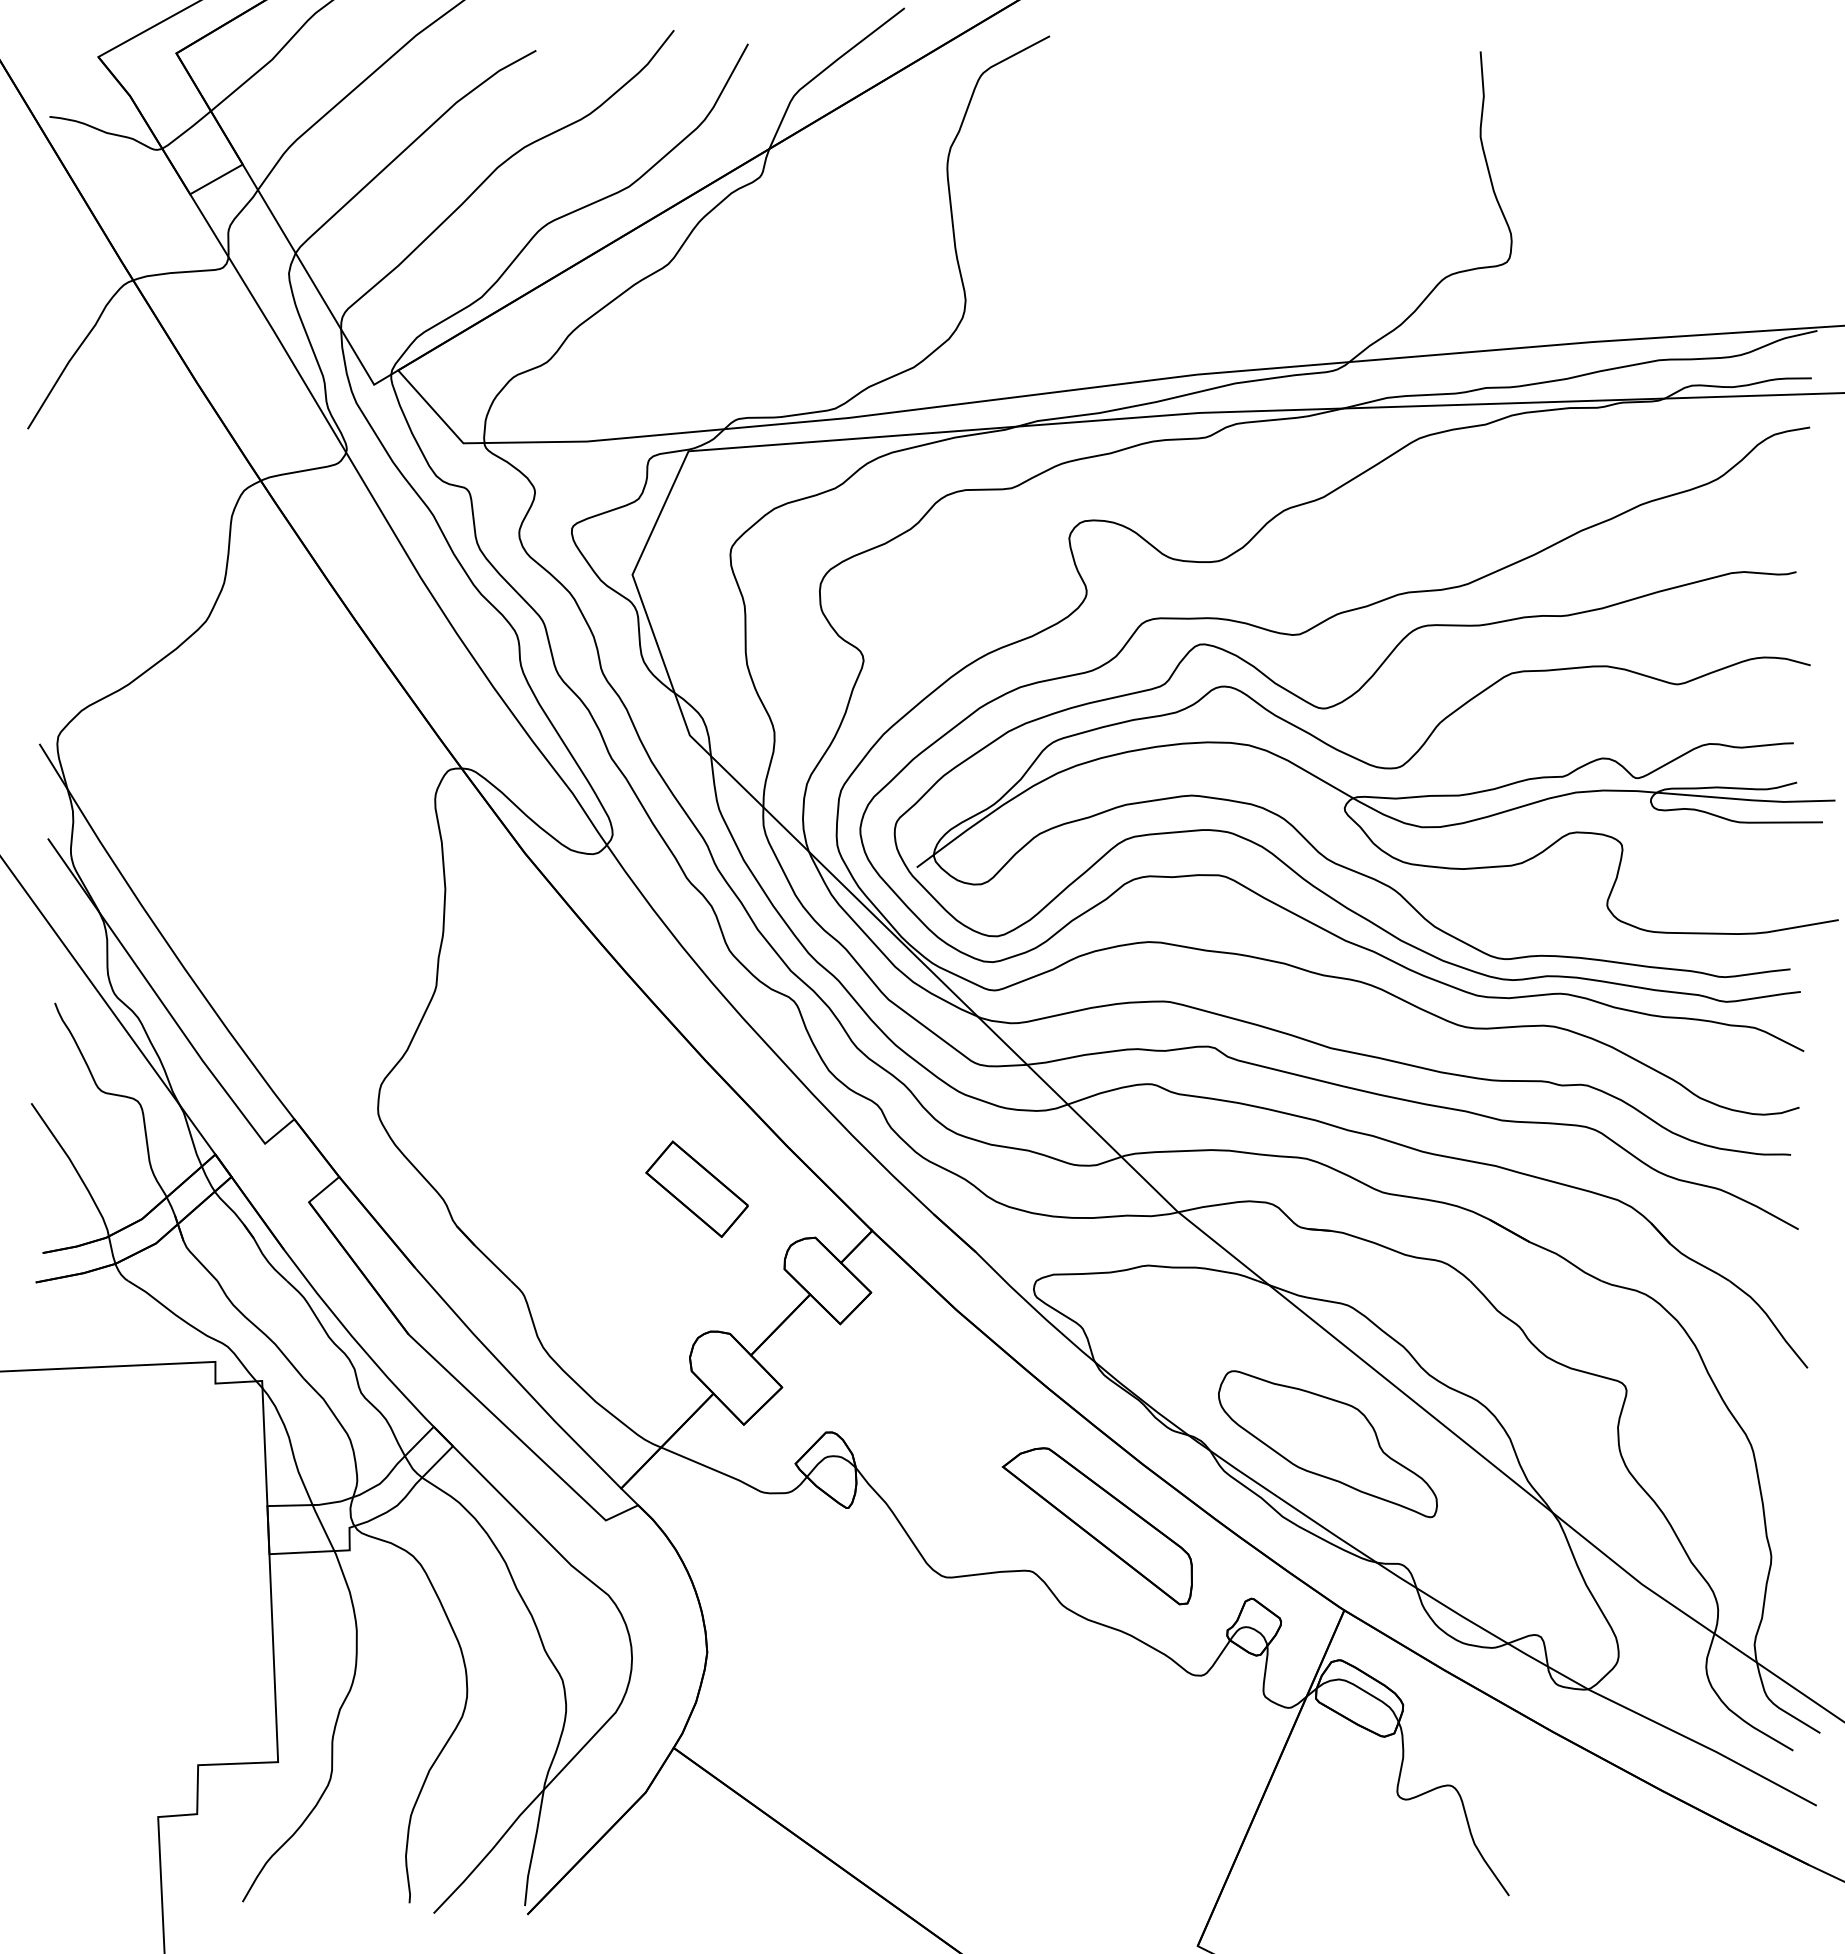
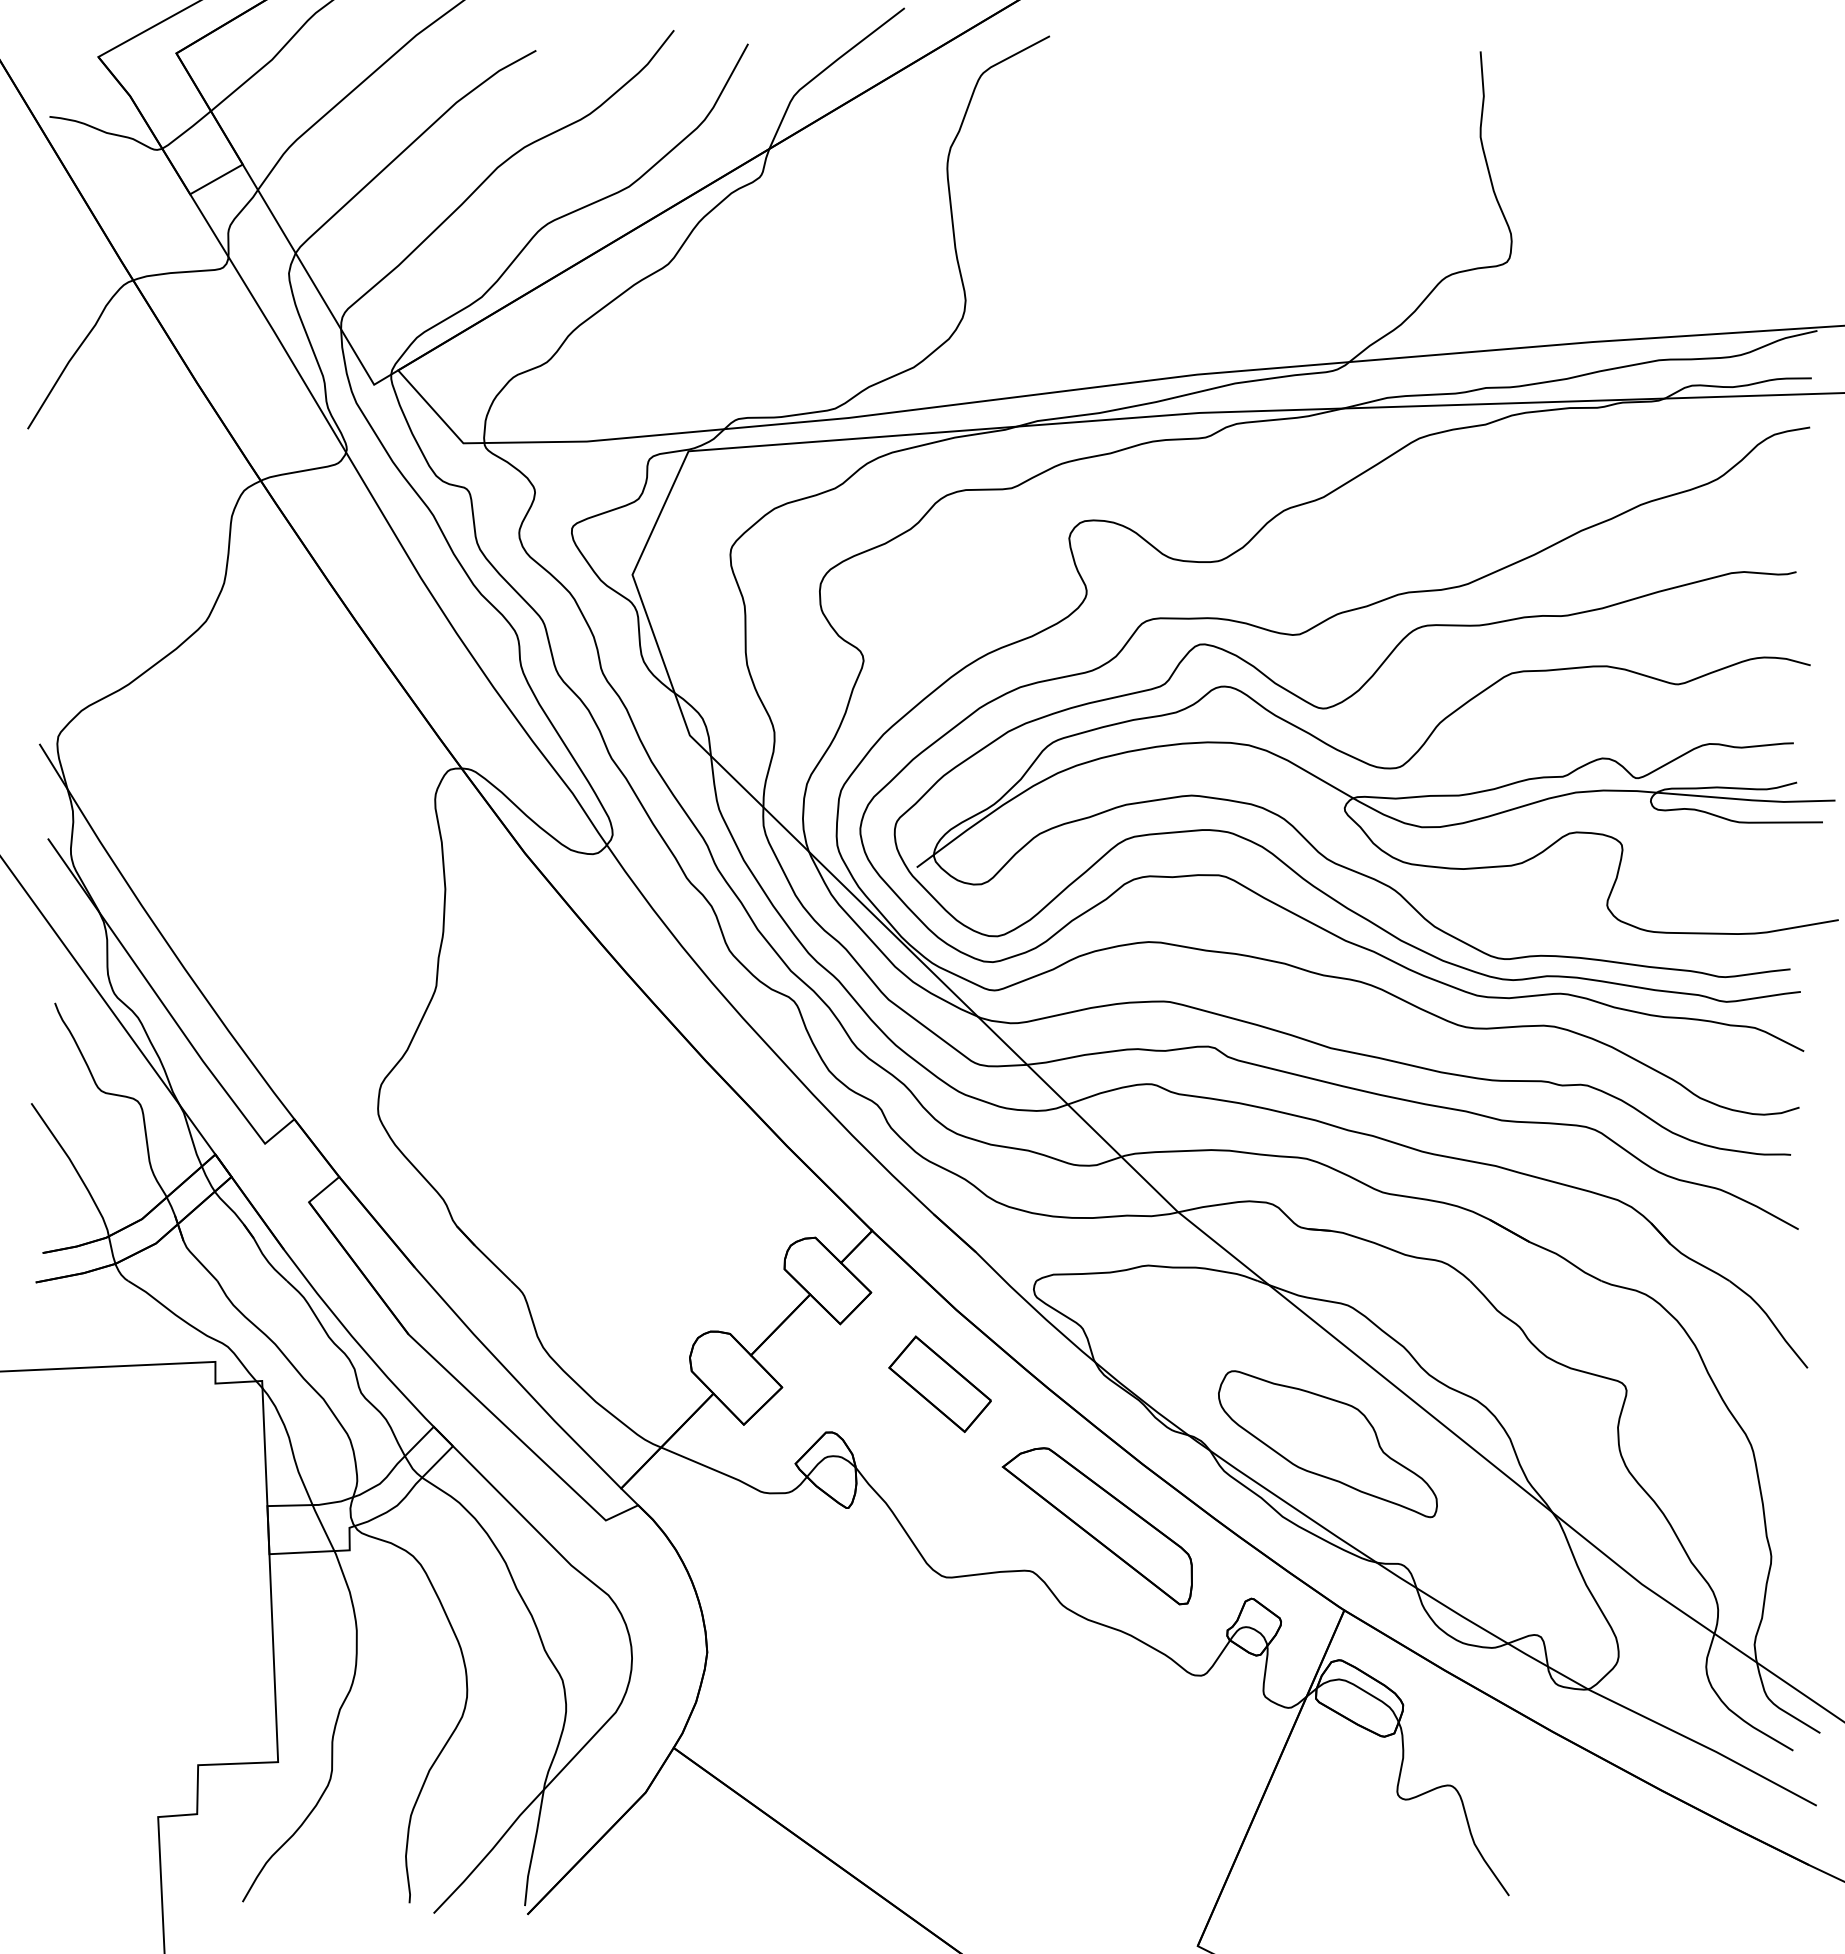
part at (696, 1188) position: (696, 1188) -> (939, 1383)
